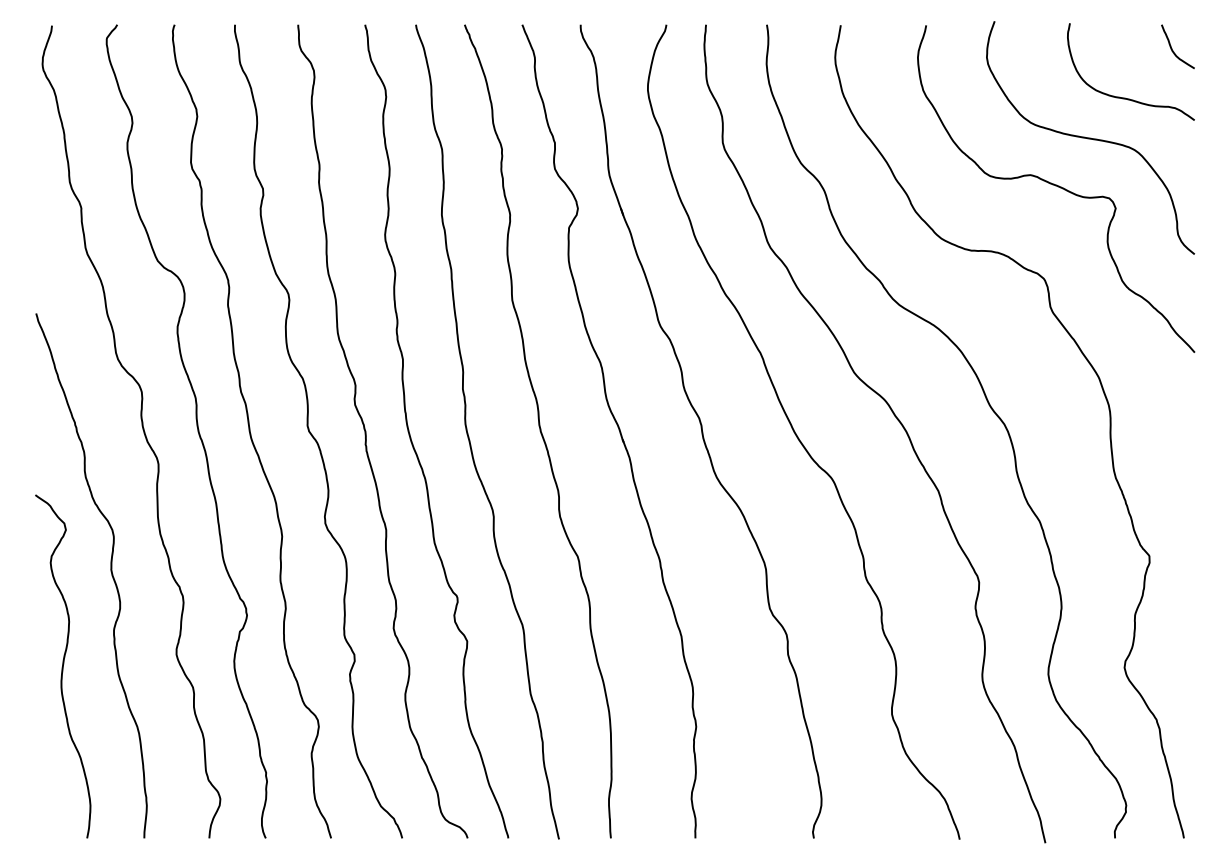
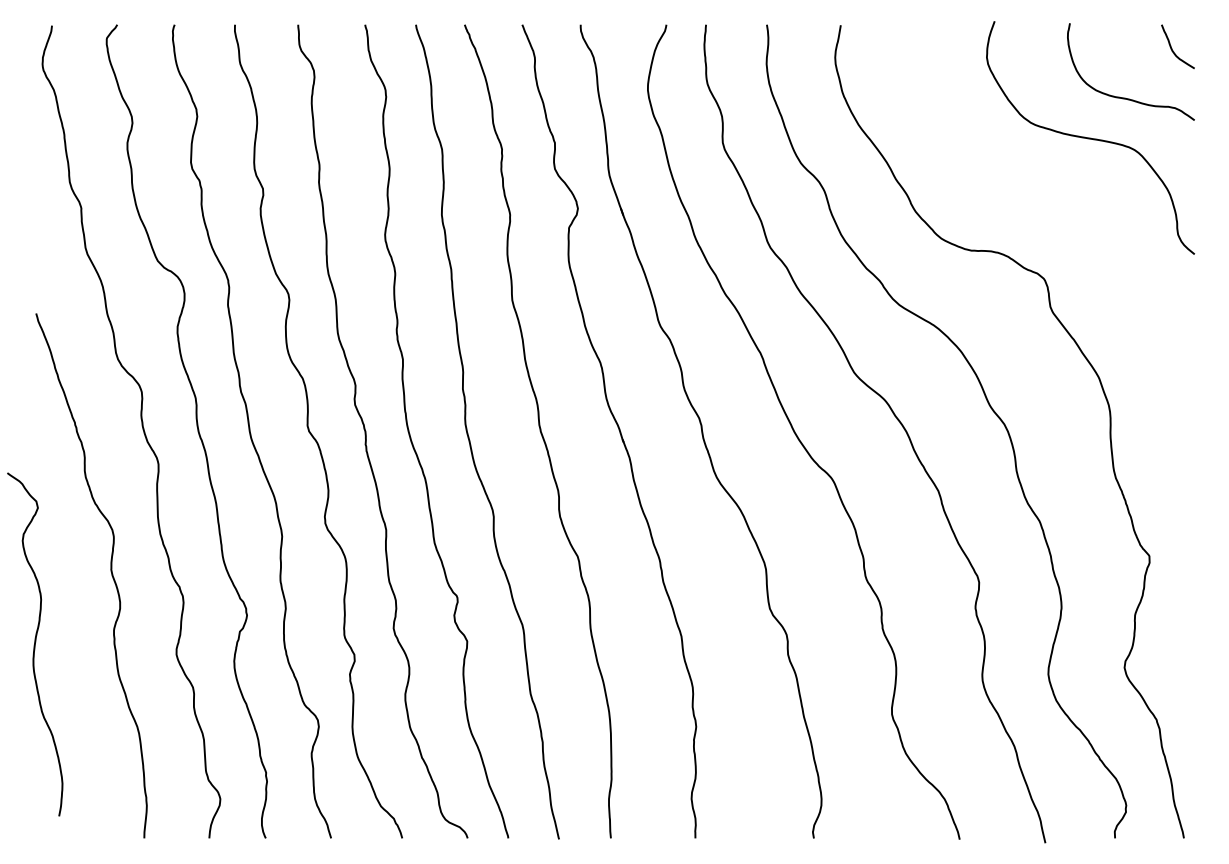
curve at (1056, 186): present -> none
curve at (63, 666) position: (63, 666) -> (35, 644)
